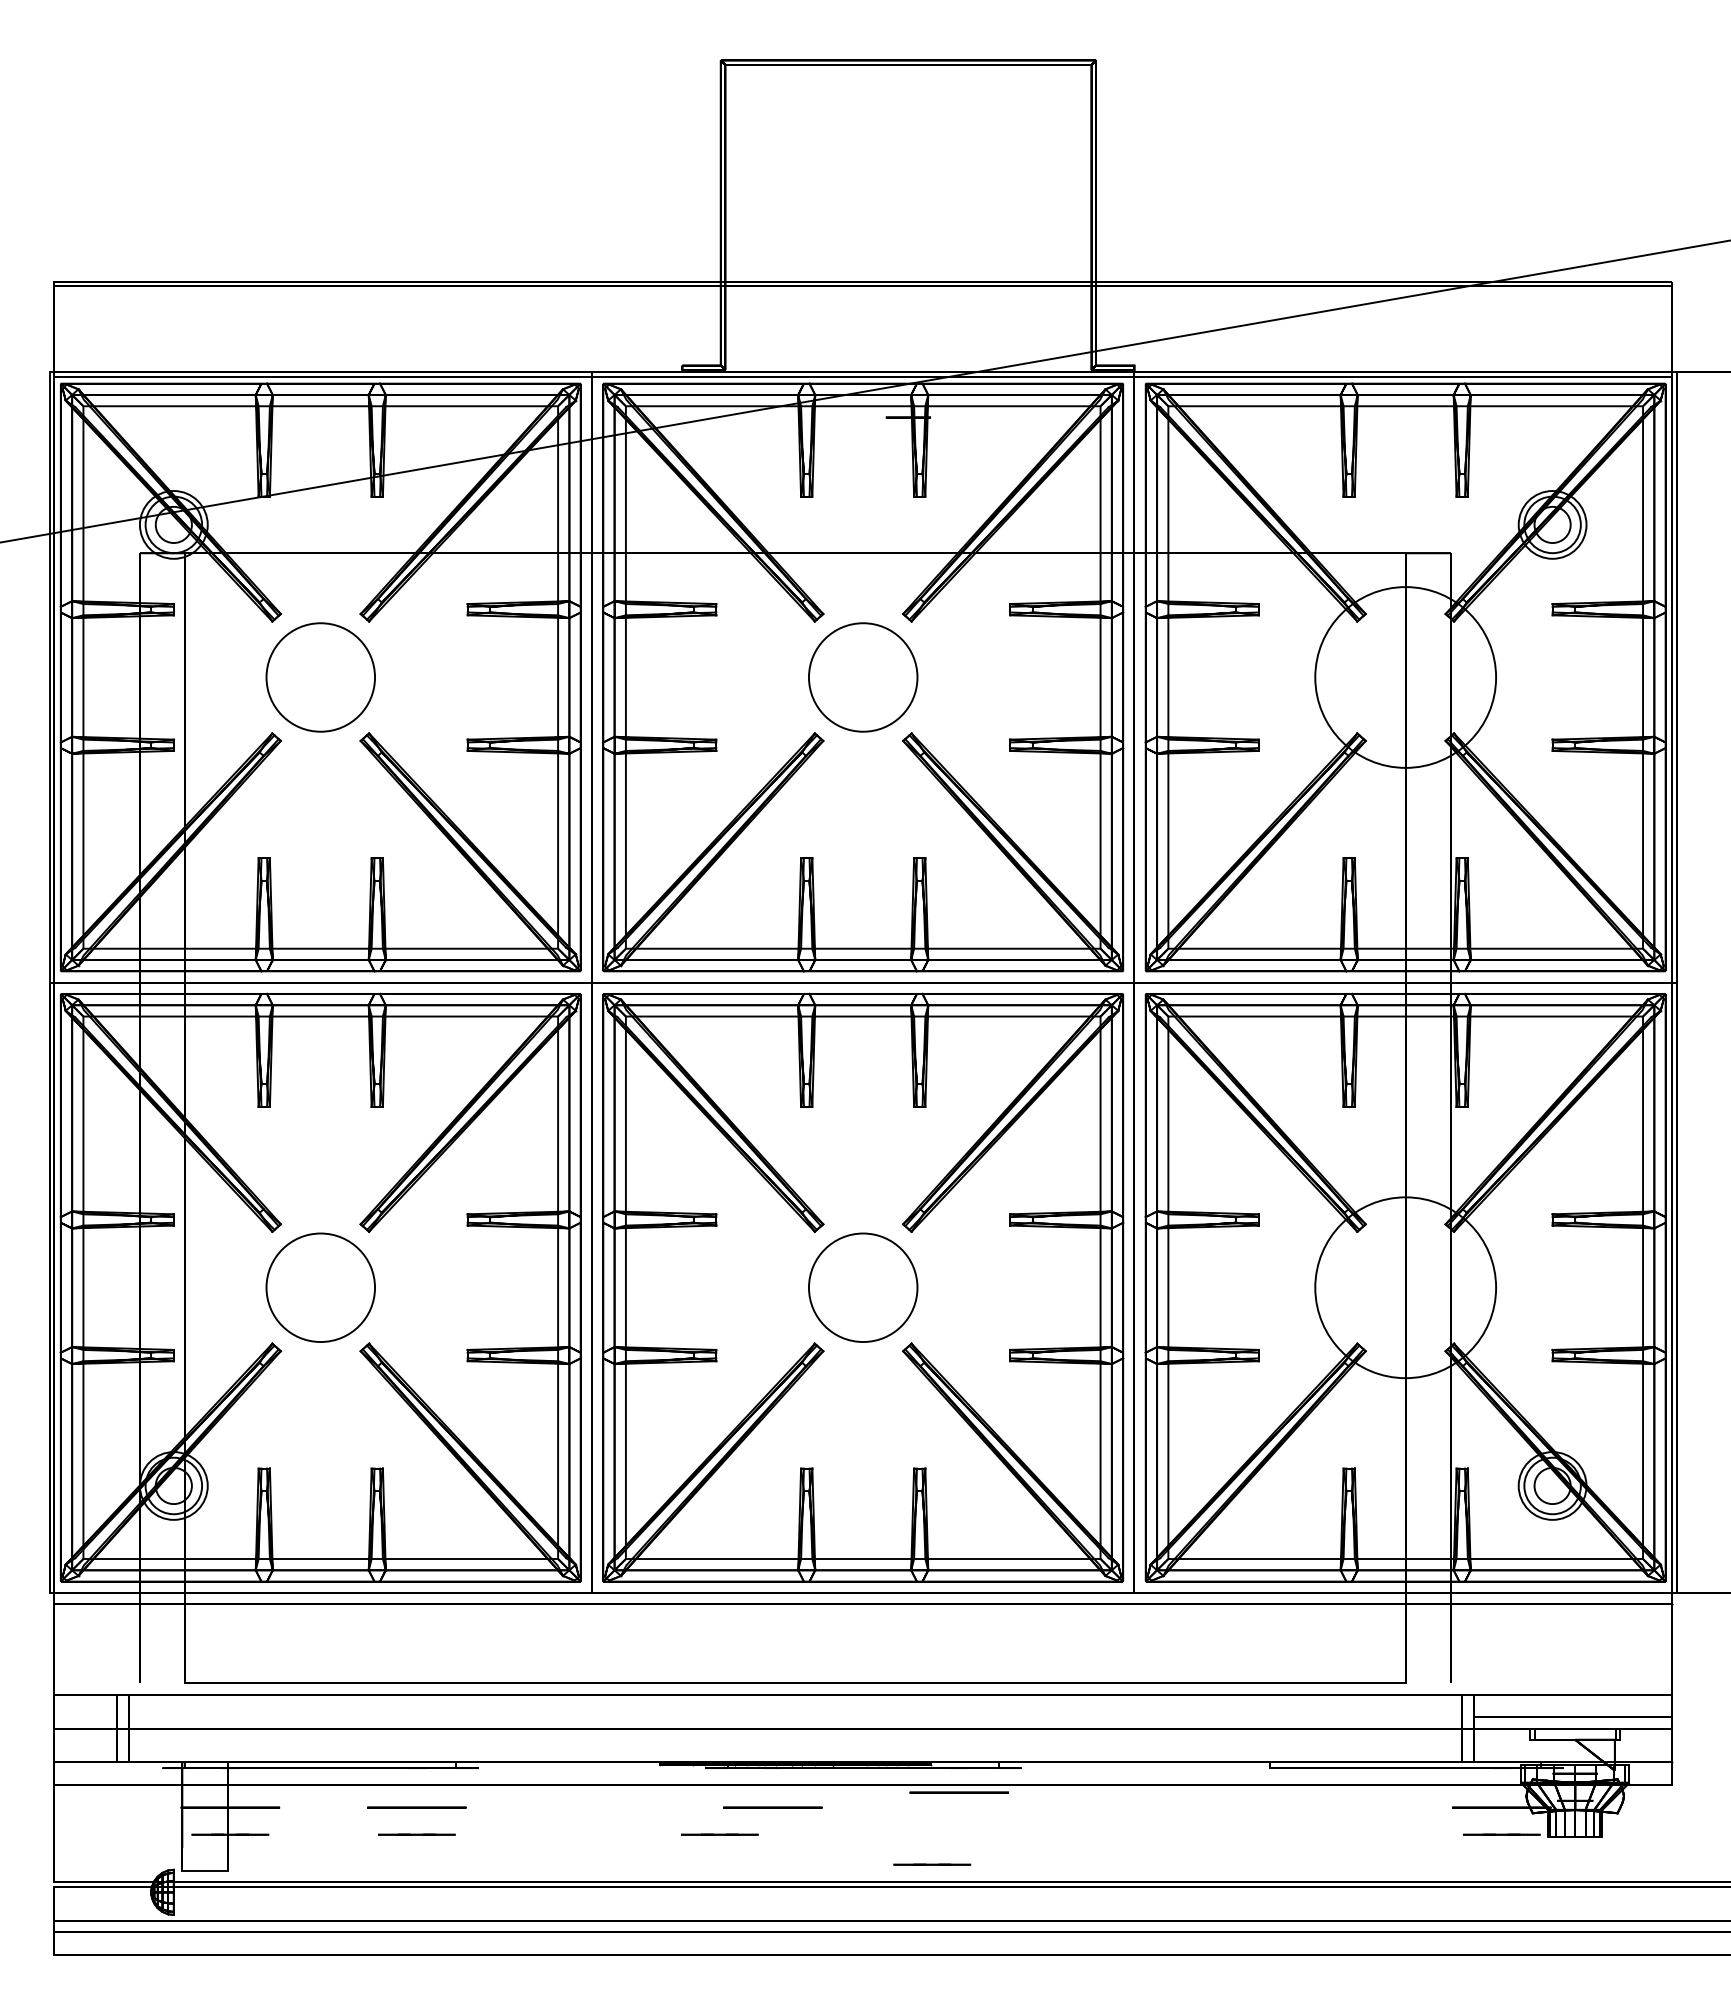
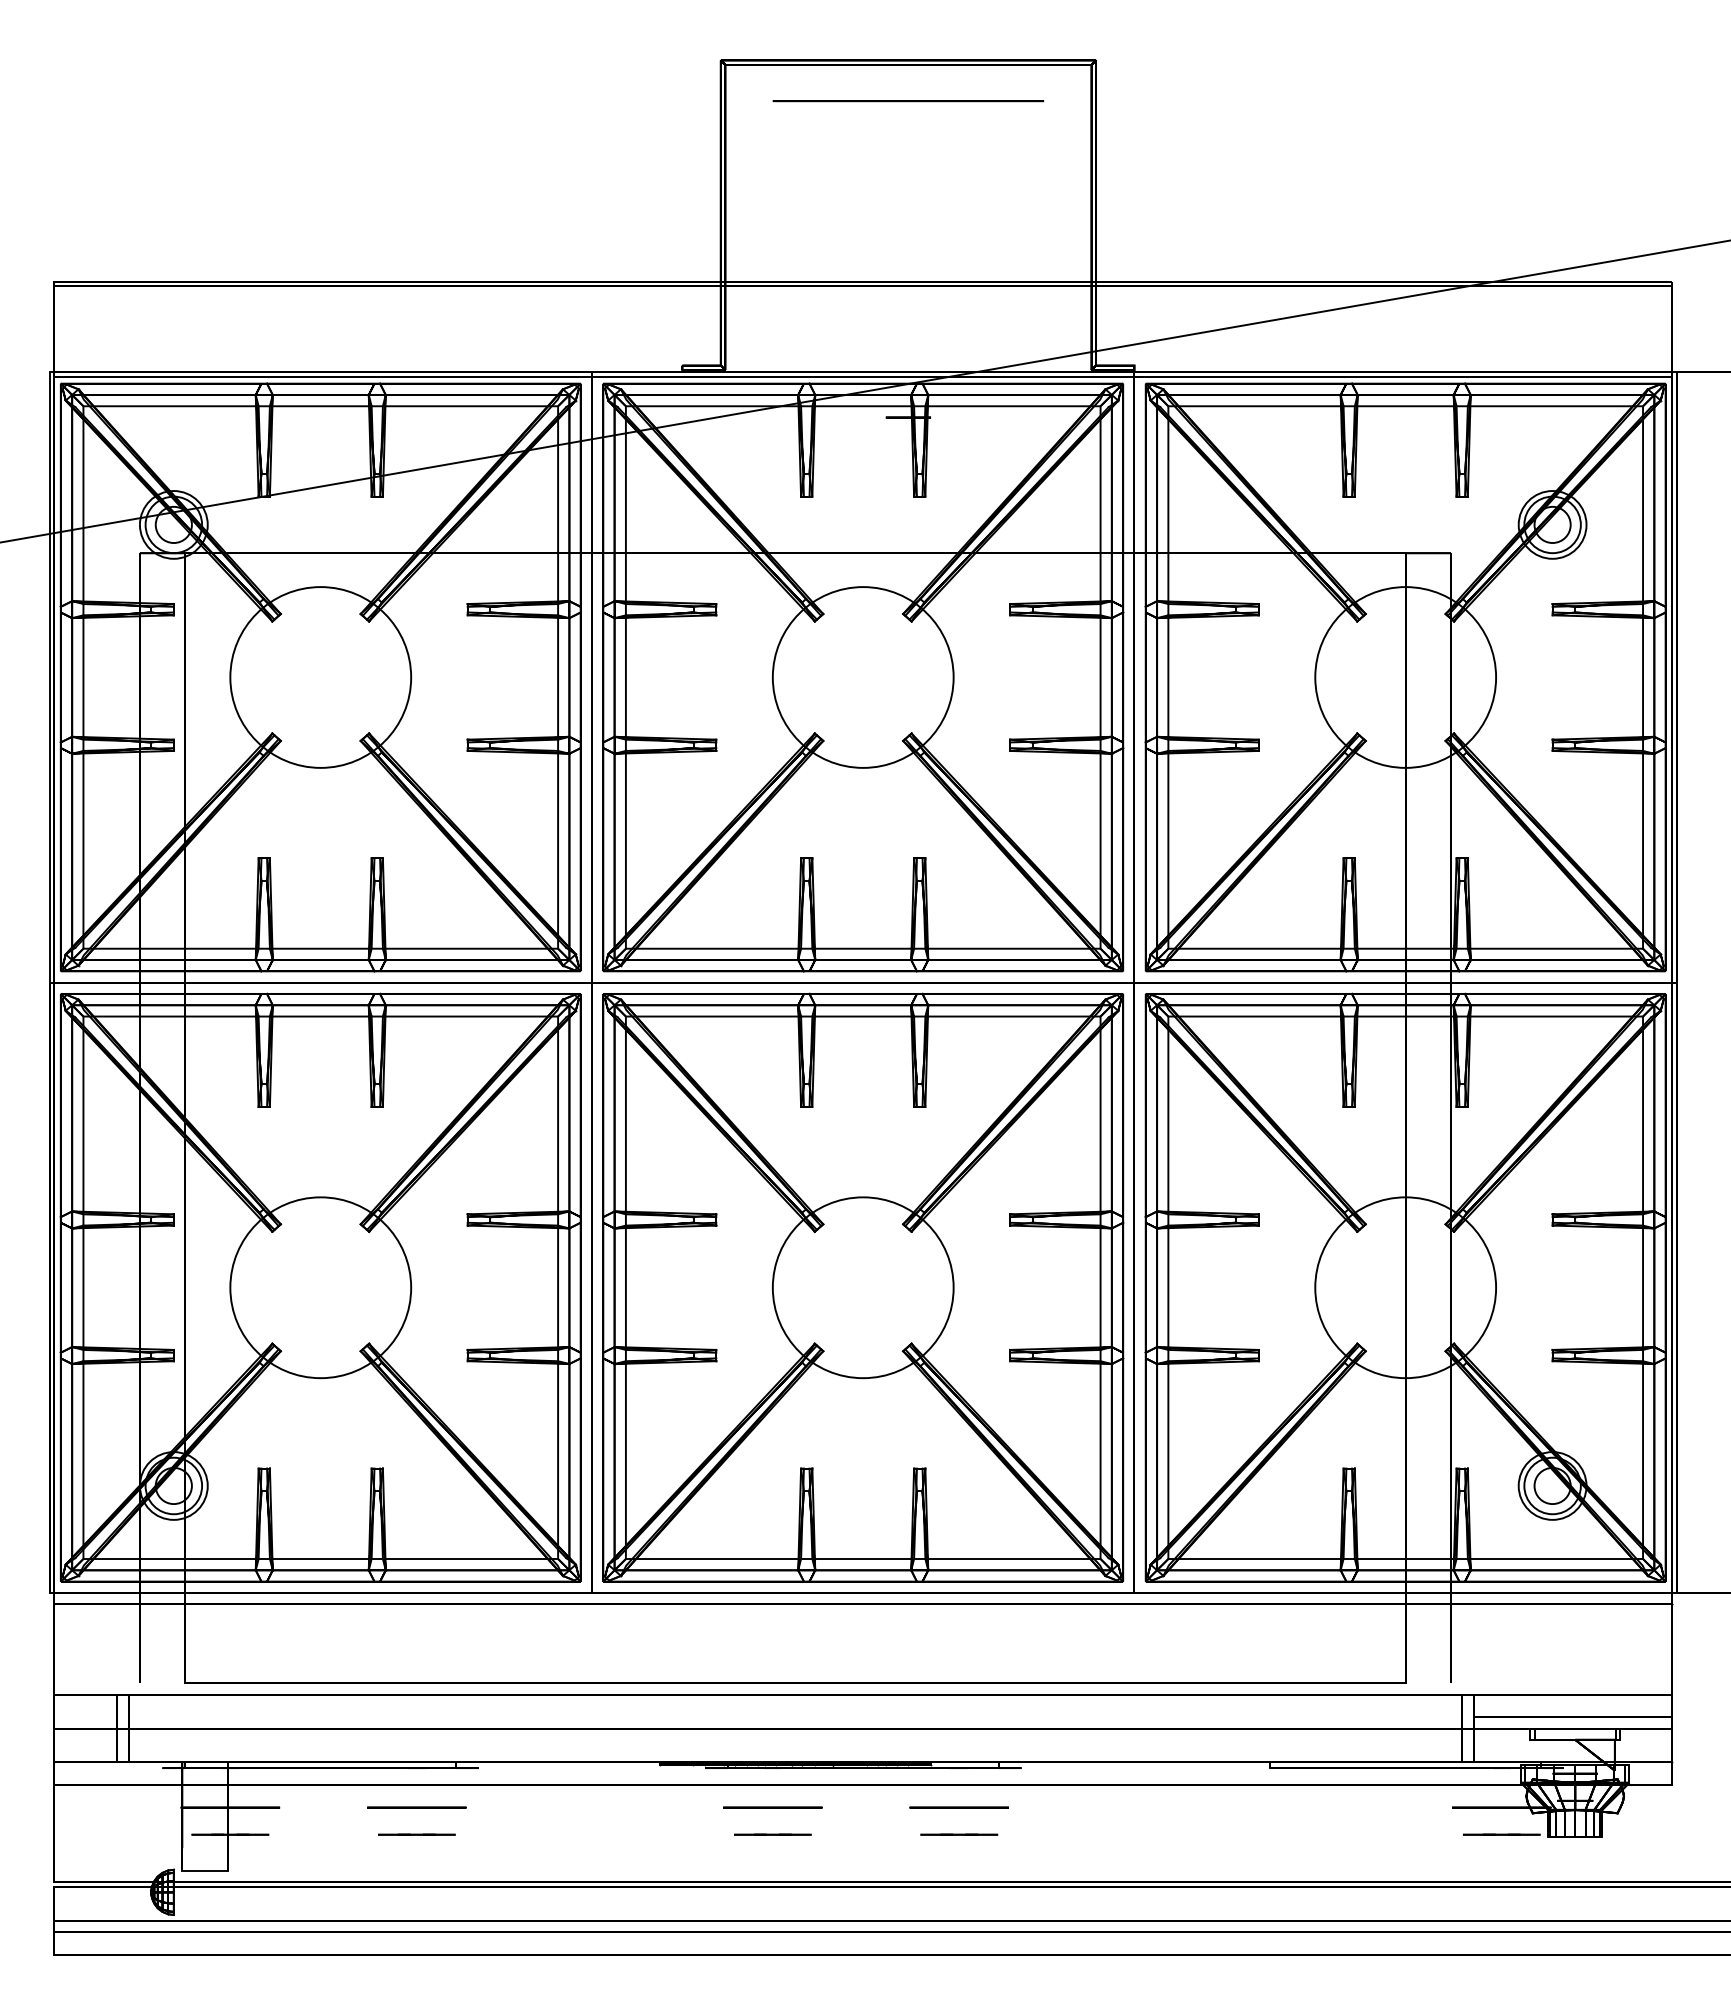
circle at (908, 101): none -> present
circle at (320, 677) diameter: 108 px -> 181 px
circle at (862, 677) diameter: 108 px -> 181 px
circle at (320, 1287) diameter: 108 px -> 181 px
circle at (862, 1287) diameter: 108 px -> 181 px
circle at (958, 1792) position: (958, 1792) -> (958, 1807)
line at (719, 1834) position: (719, 1834) -> (772, 1834)
line at (932, 1864) position: (932, 1864) -> (959, 1834)
